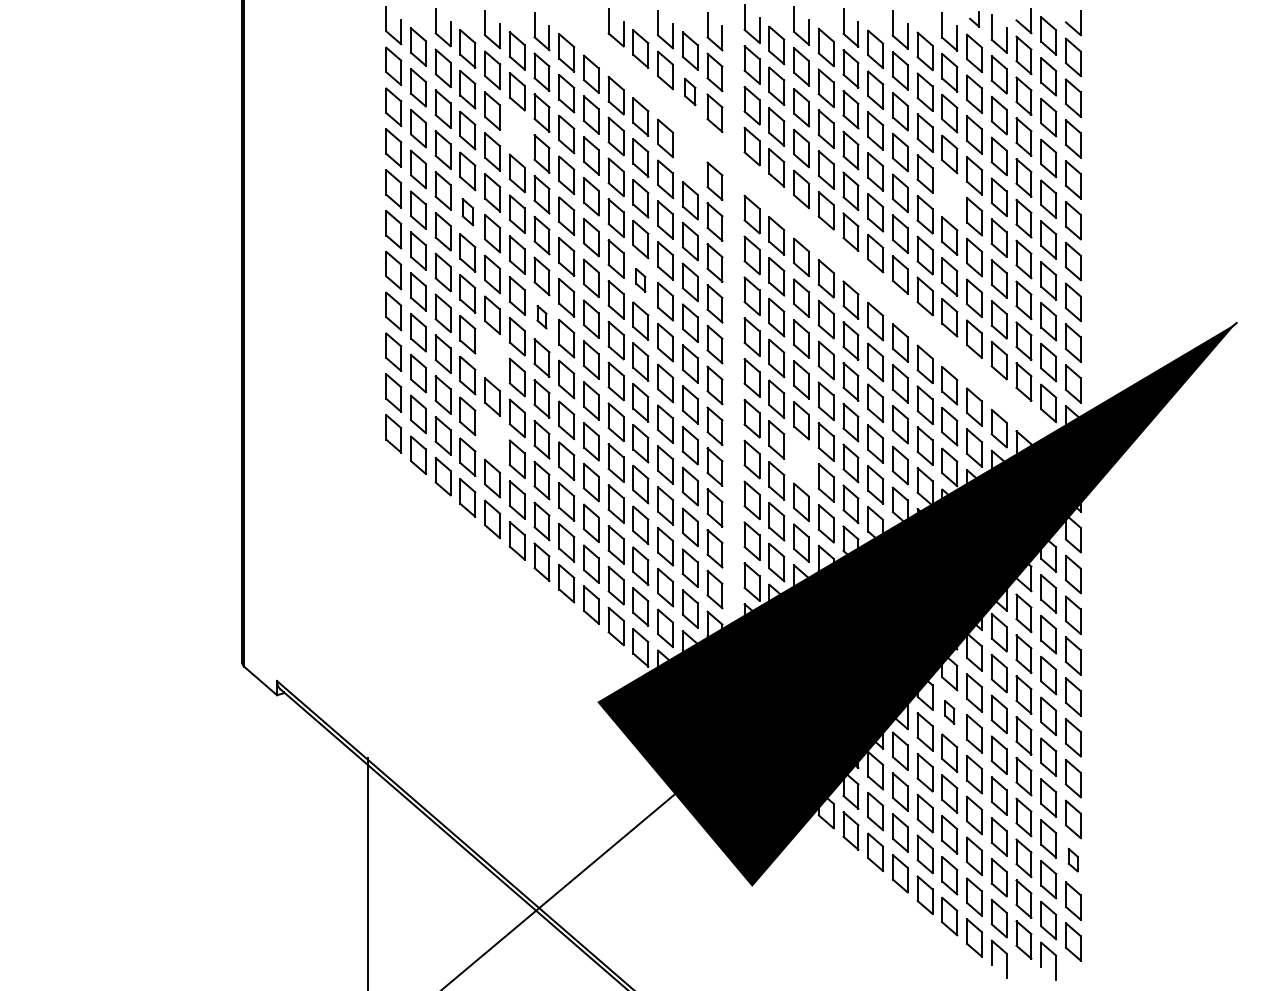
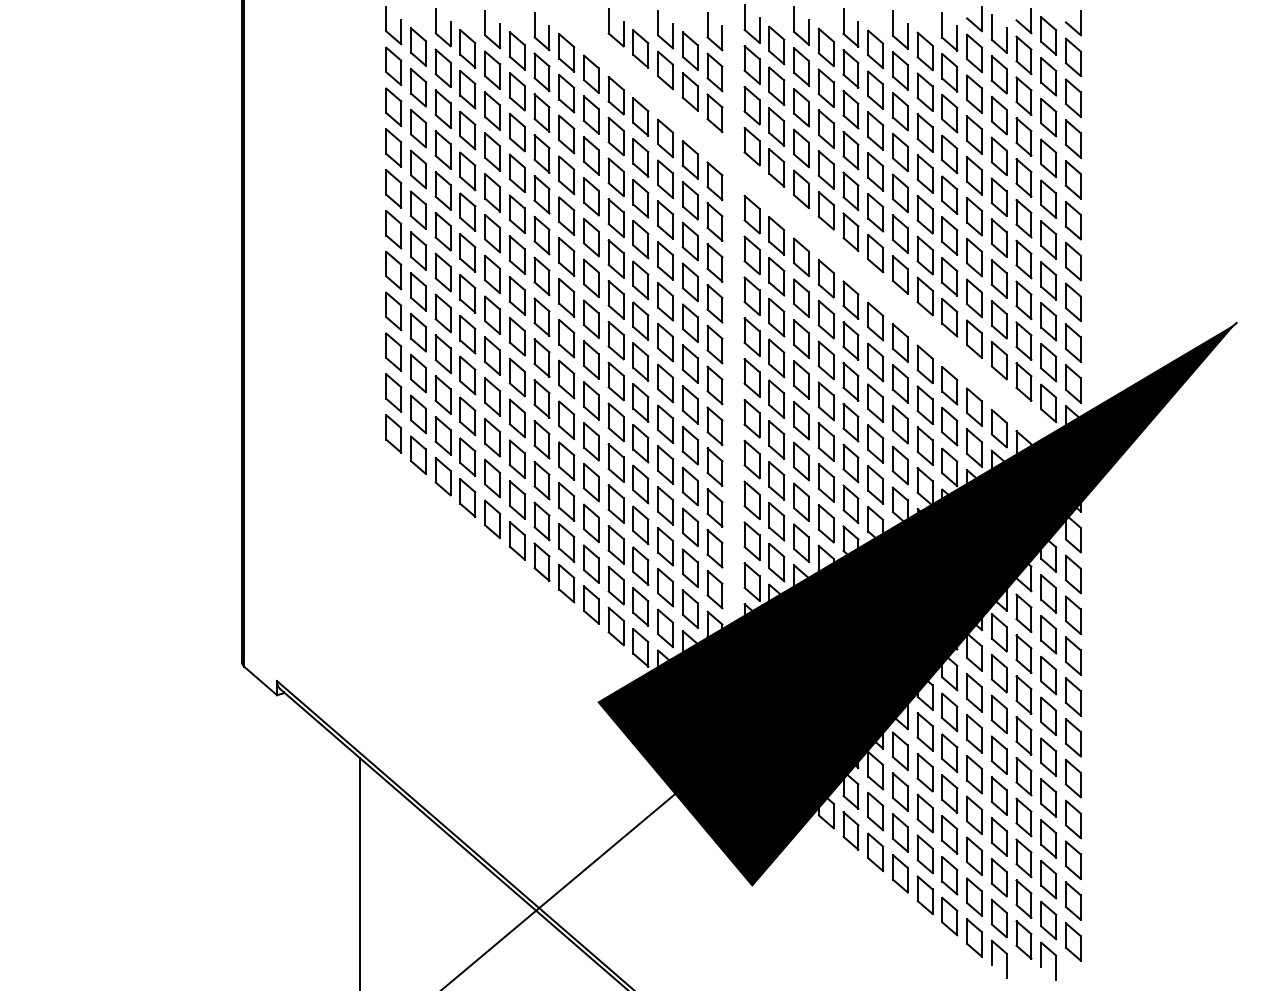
part at (974, 19) size: 11x17 px -> 17x27 px
part at (690, 91) size: 13x30 px -> 18x40 px
part at (516, 132): none -> present
part at (689, 159): none -> present
part at (949, 195): none -> present
part at (467, 212) size: 14x29 px -> 18x40 px
part at (640, 280) size: 12x25 px -> 18x41 px
part at (541, 316) size: 12x26 px -> 18x40 px
part at (492, 355): none -> present
part at (492, 437): none -> present
part at (801, 461): none -> present
part at (949, 712) size: 12x25 px -> 18x41 px
part at (1072, 859) size: 12x26 px -> 18x40 px
line at (367, 872) position: (367, 872) -> (359, 872)
